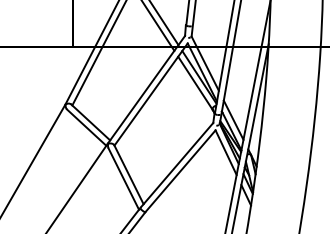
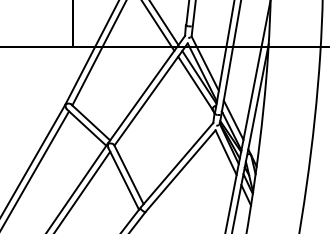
line at (35, 169): none -> present
line at (83, 190): none -> present
